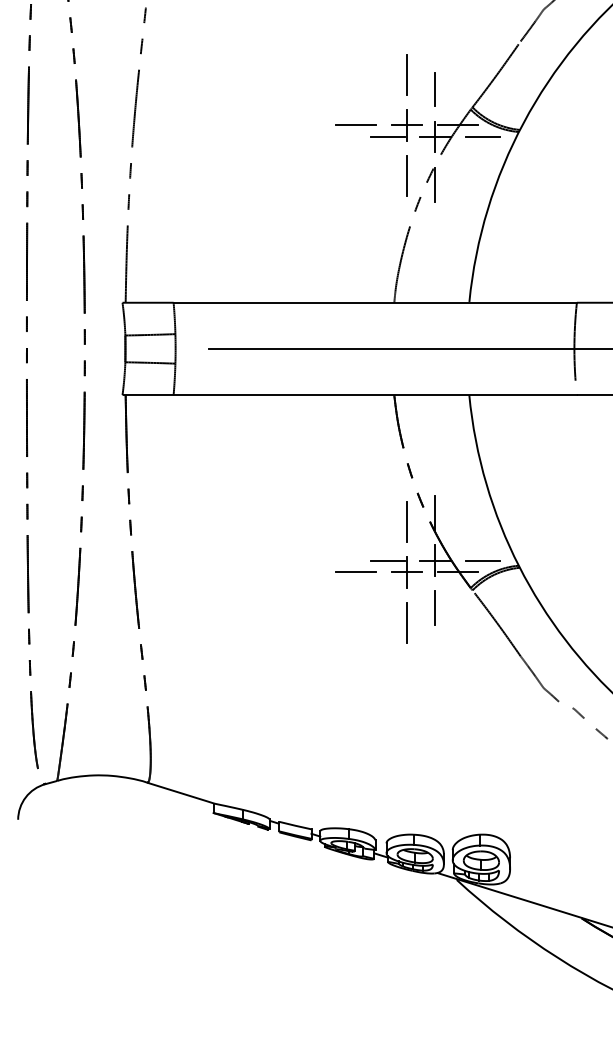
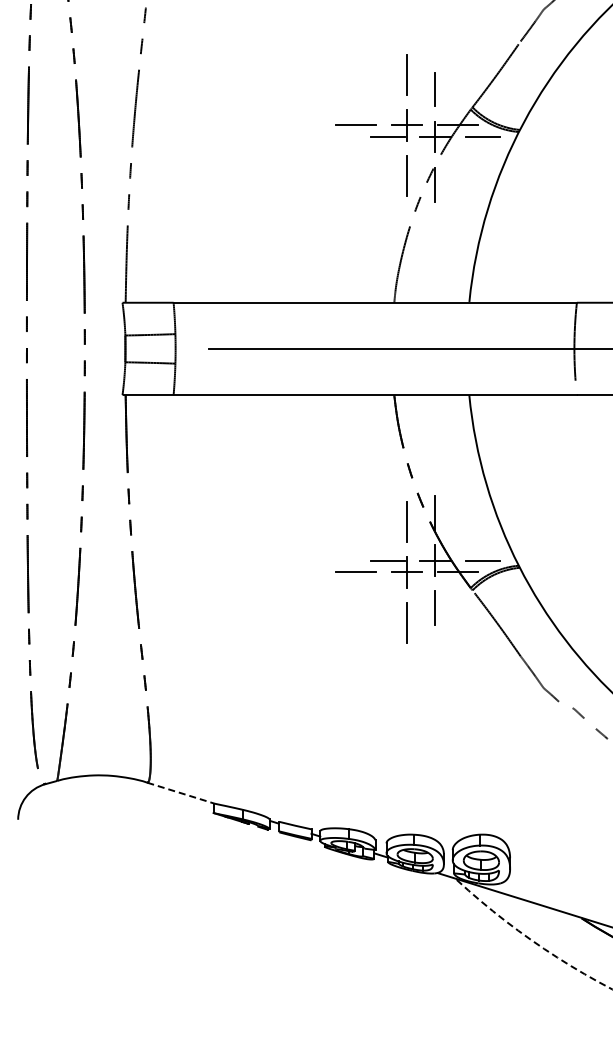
line at (181, 793): solid -> dashed
arc at (531, 939): solid -> dashed
